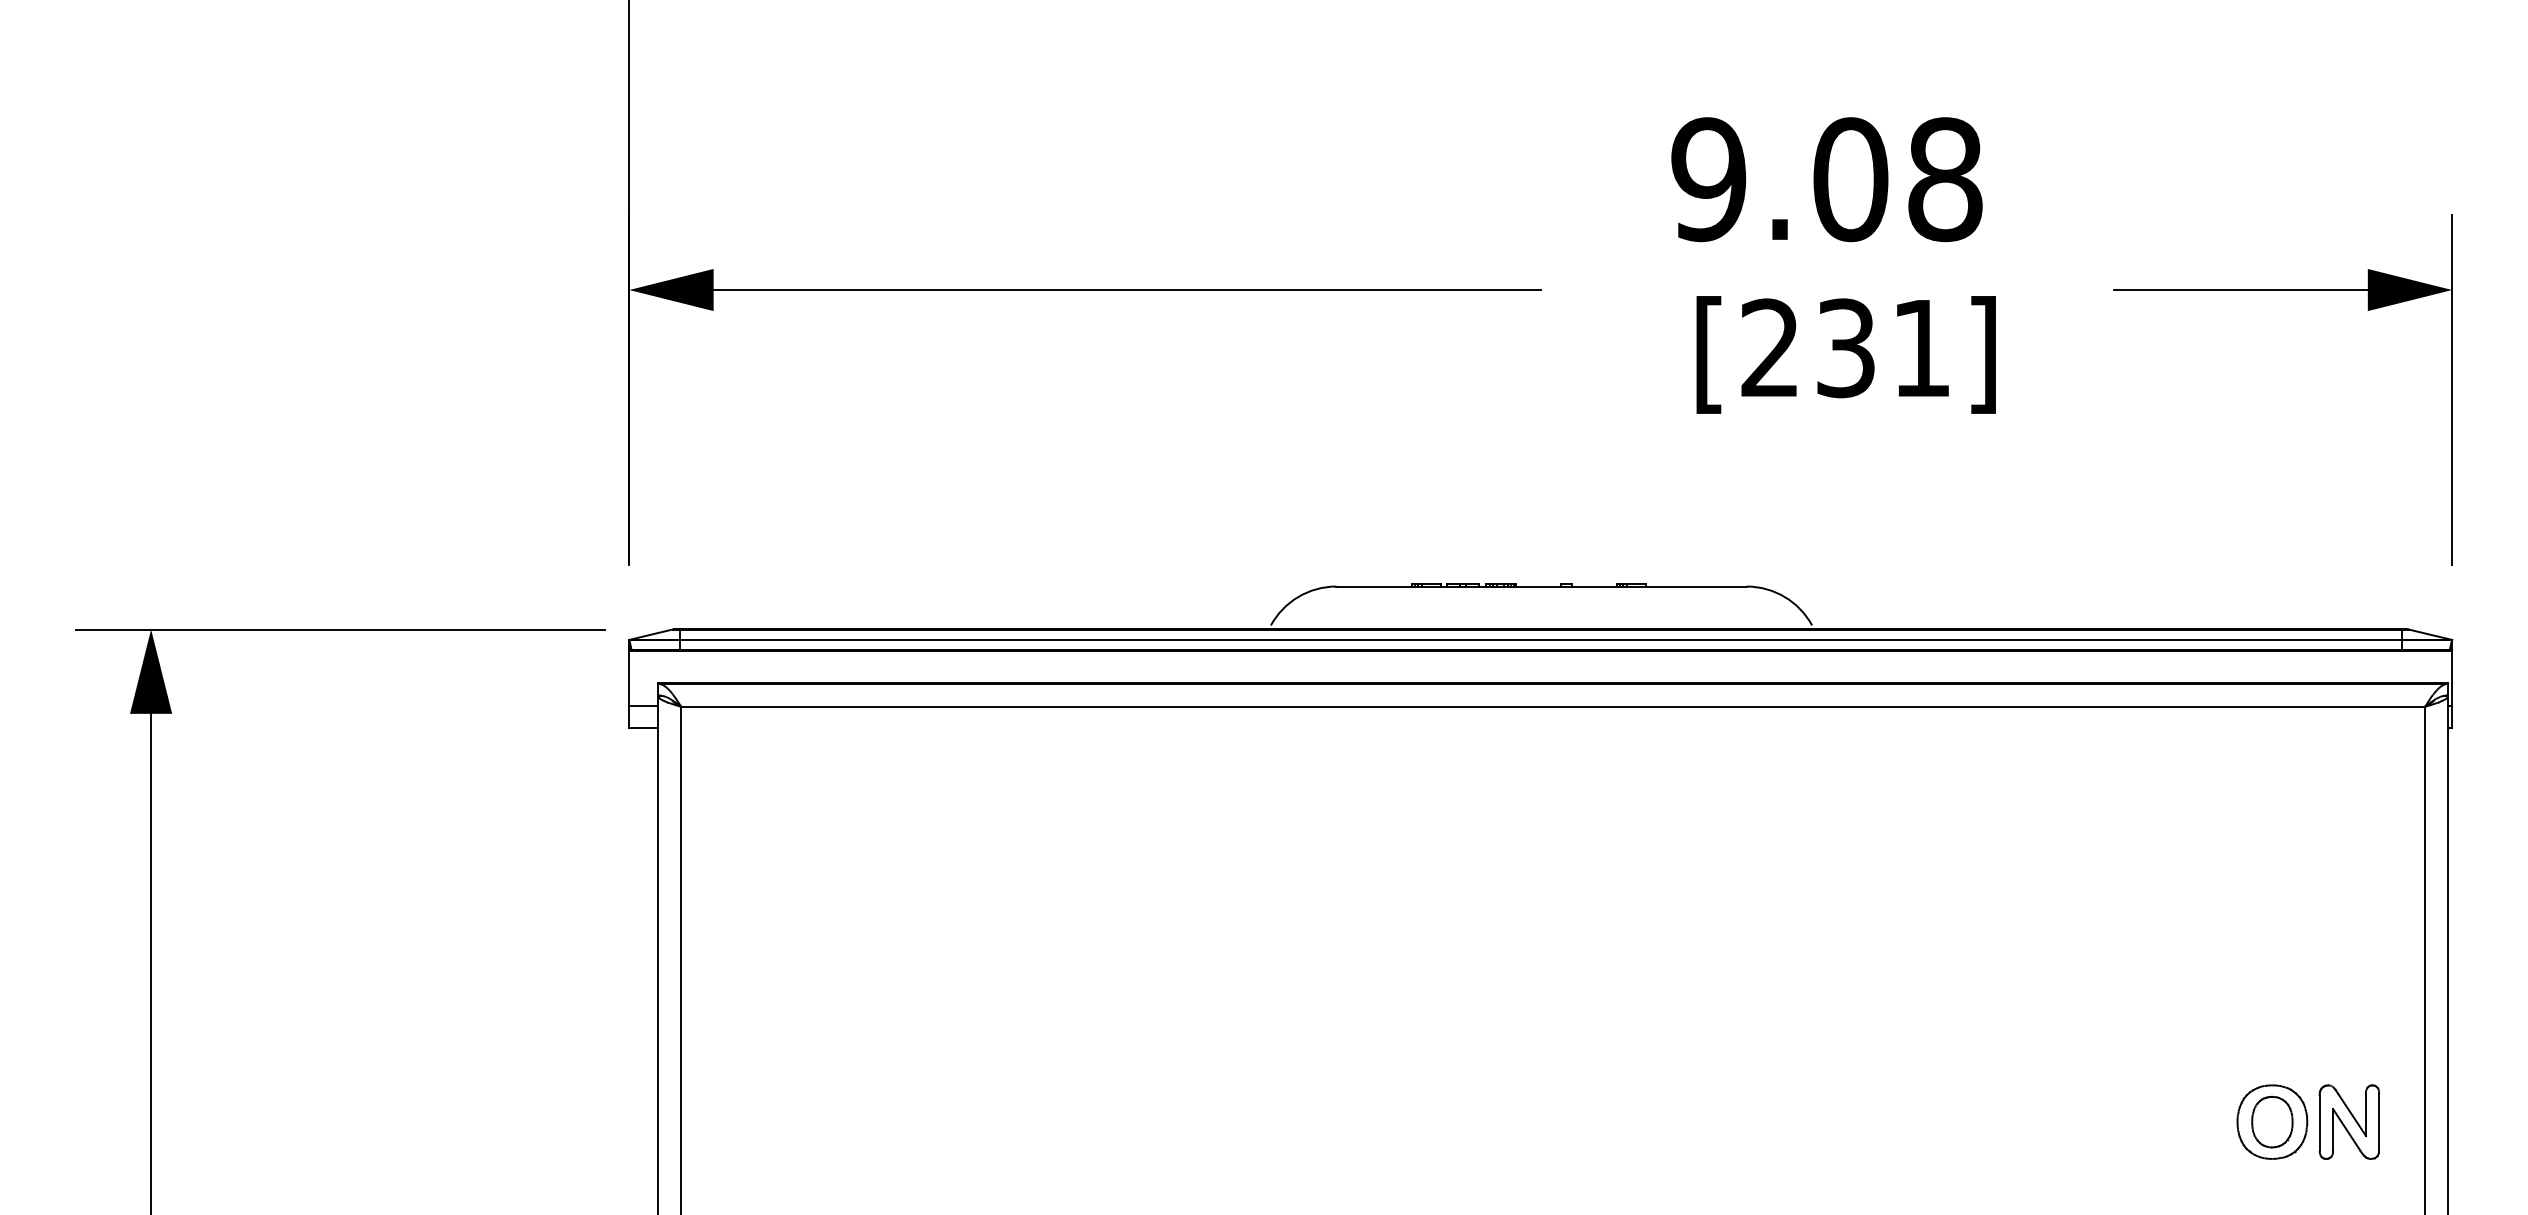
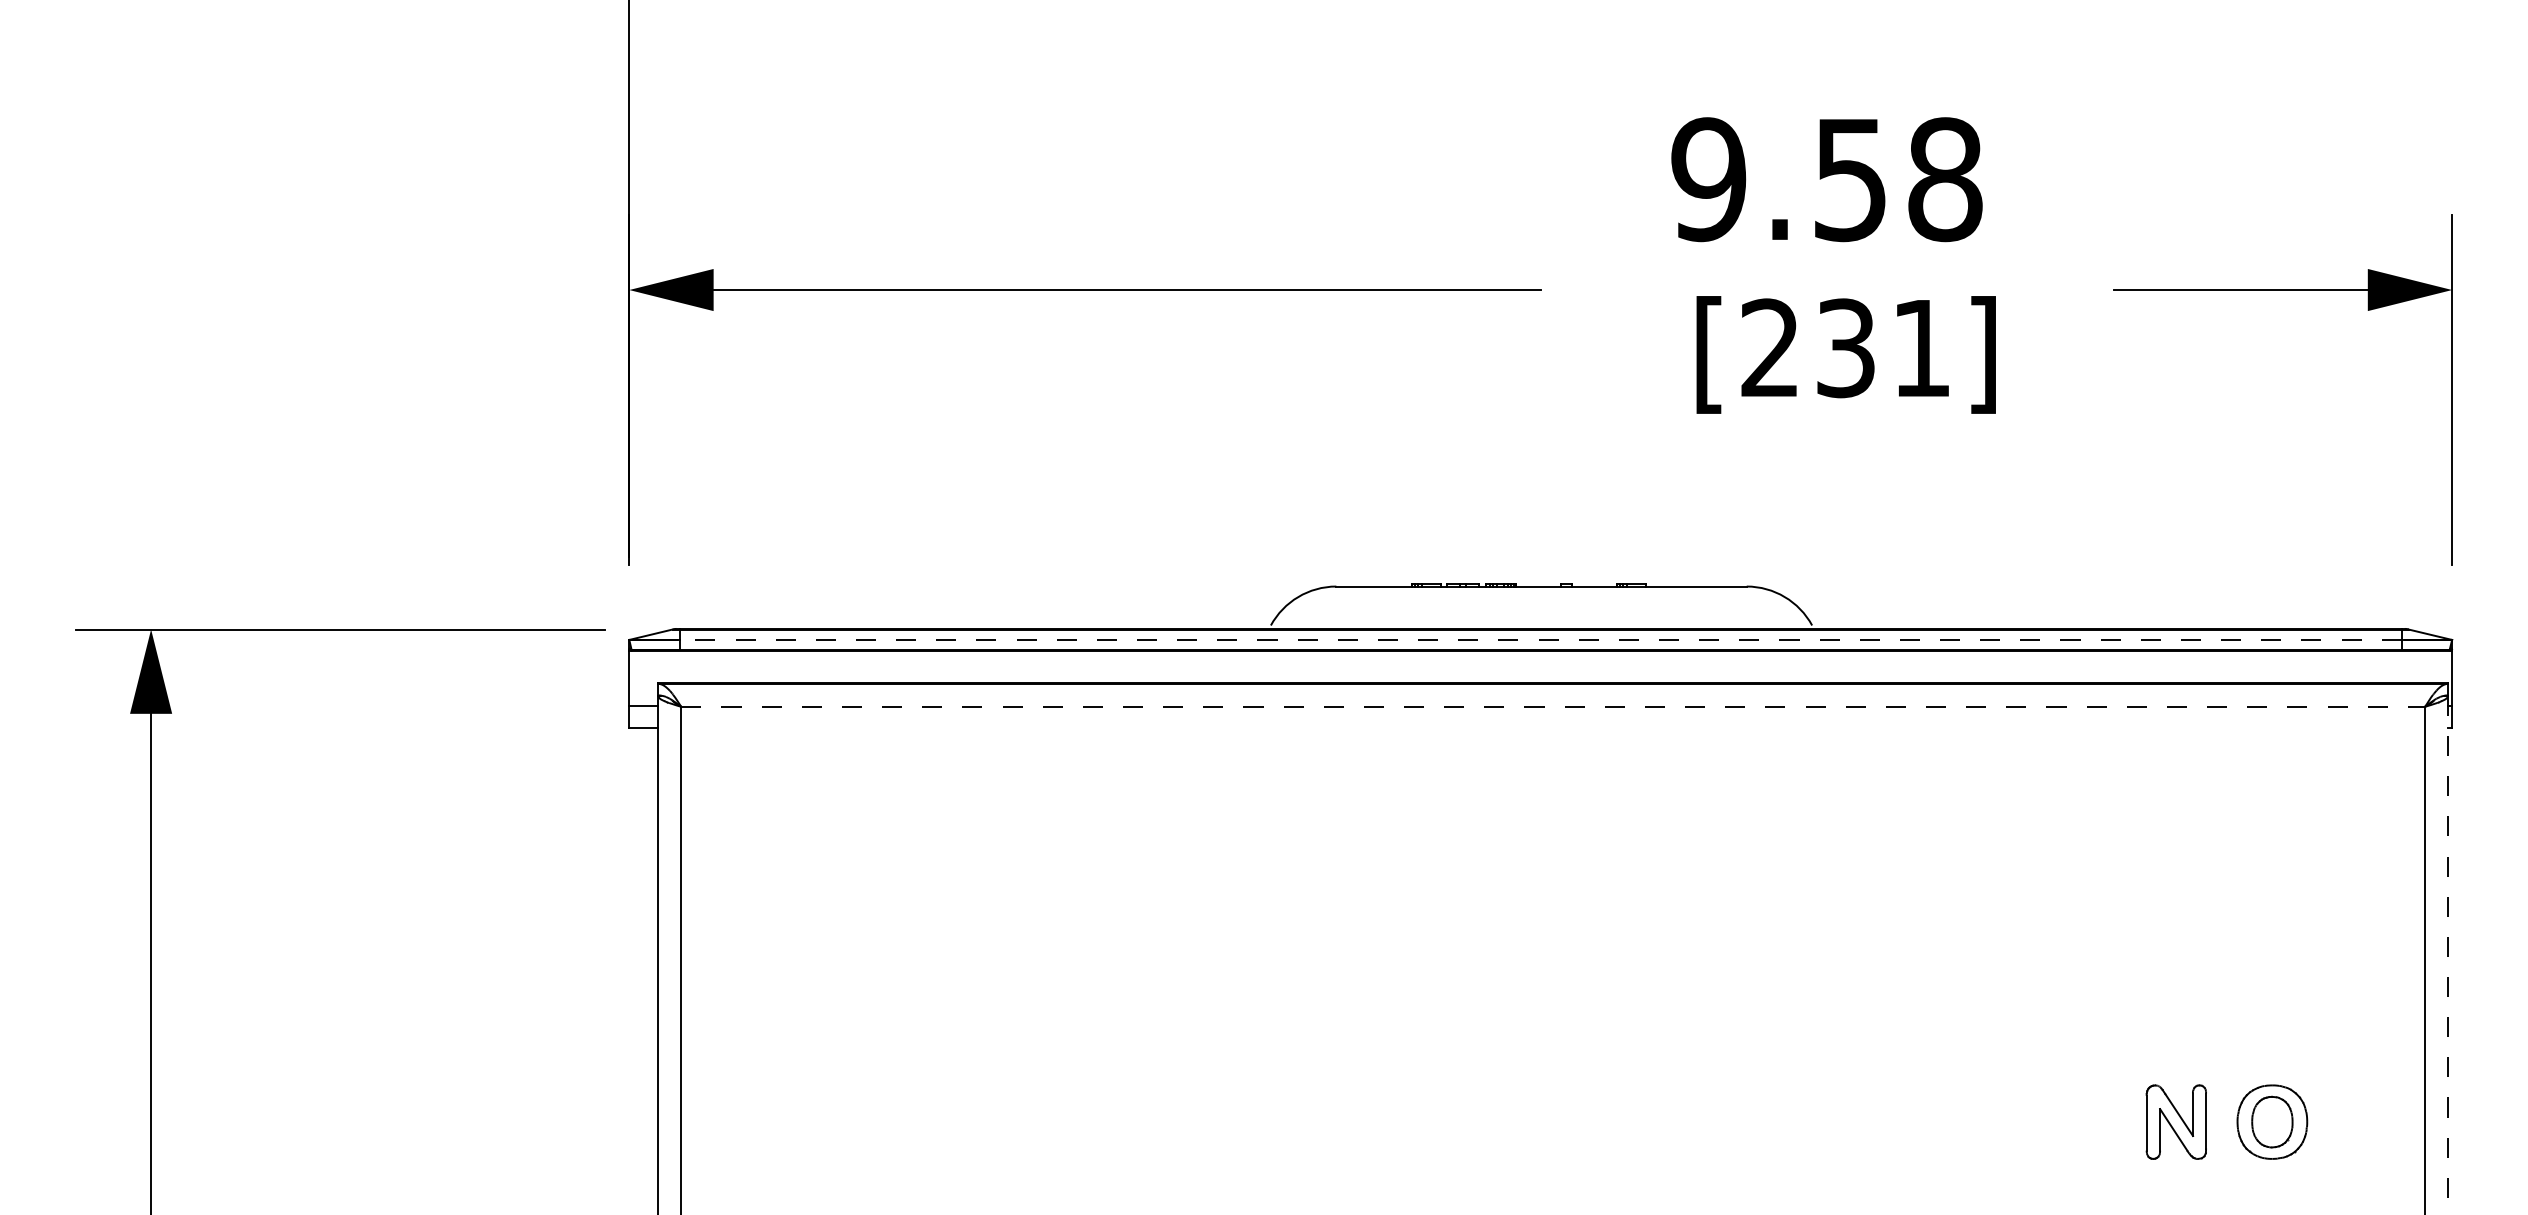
text at (1850, 179): 9.08 -> 9.58
line at (1540, 639): solid -> dashed
line at (1553, 706): solid -> dashed
line at (2447, 955): solid -> dashed
part at (2348, 1121) position: (2348, 1121) -> (2175, 1121)
